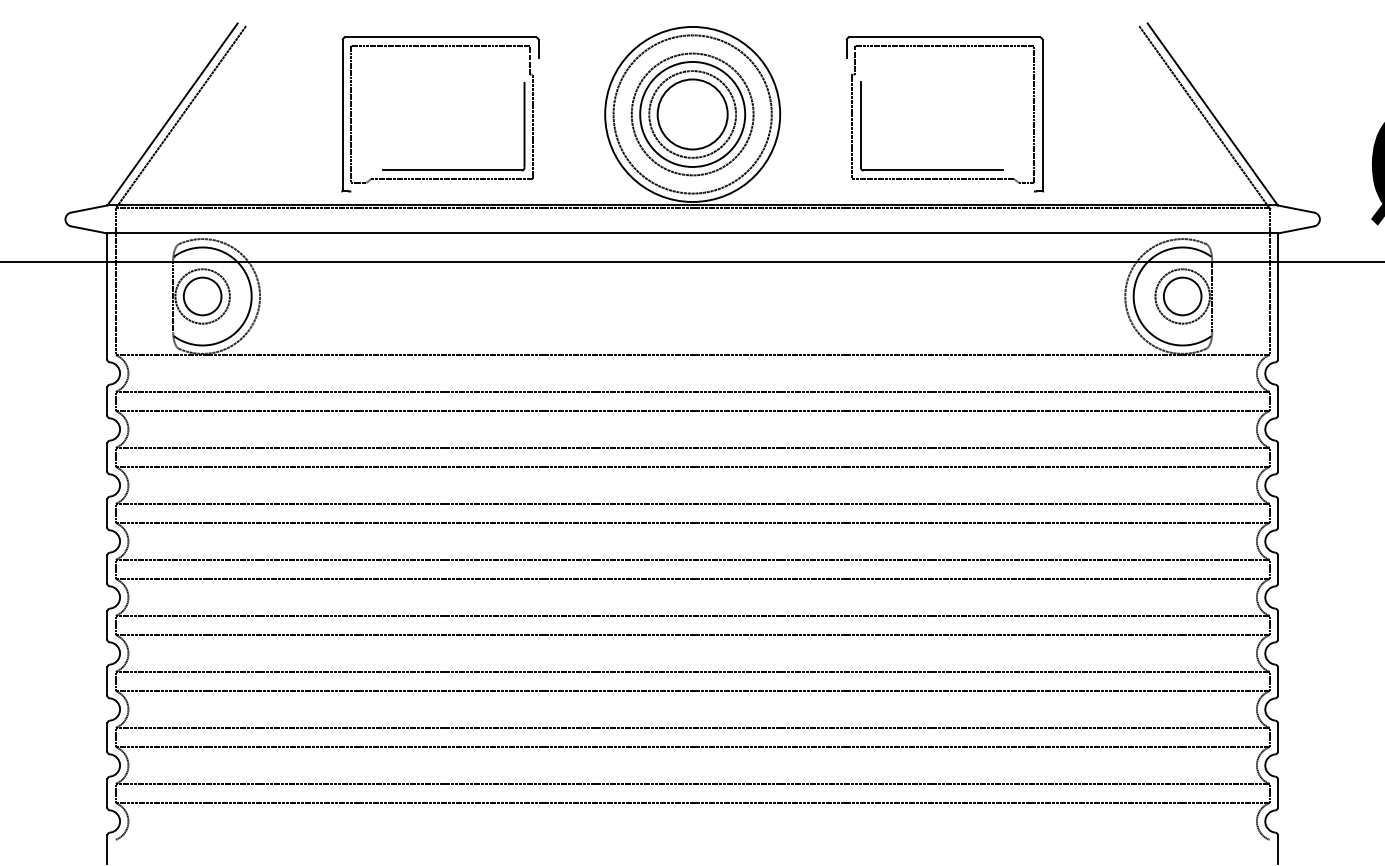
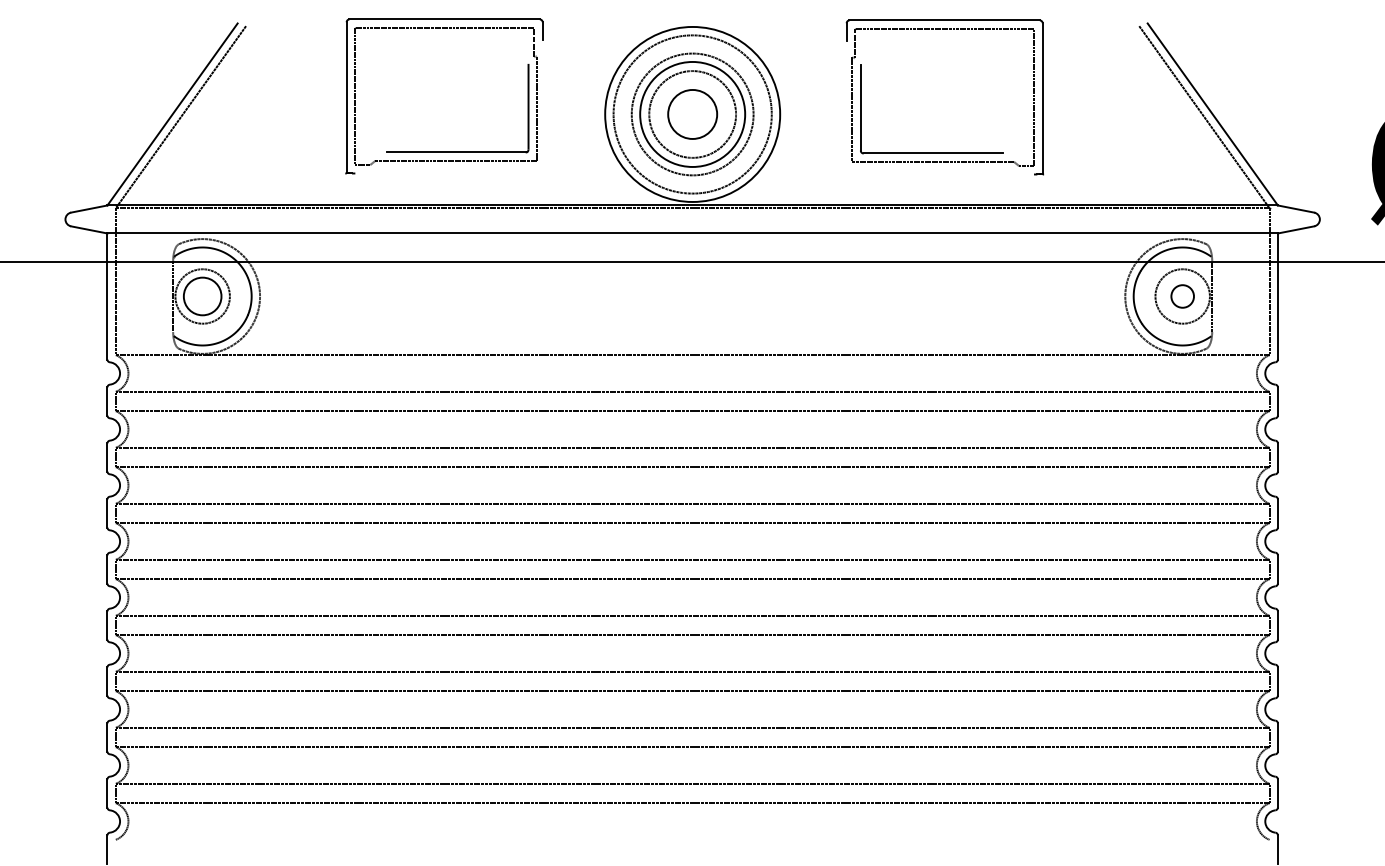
circle at (692, 114) diameter: 70 px -> 49 px
part at (440, 169) position: (440, 169) -> (444, 151)
part at (944, 169) position: (944, 169) -> (944, 152)
circle at (1182, 296) diameter: 38 px -> 23 px
